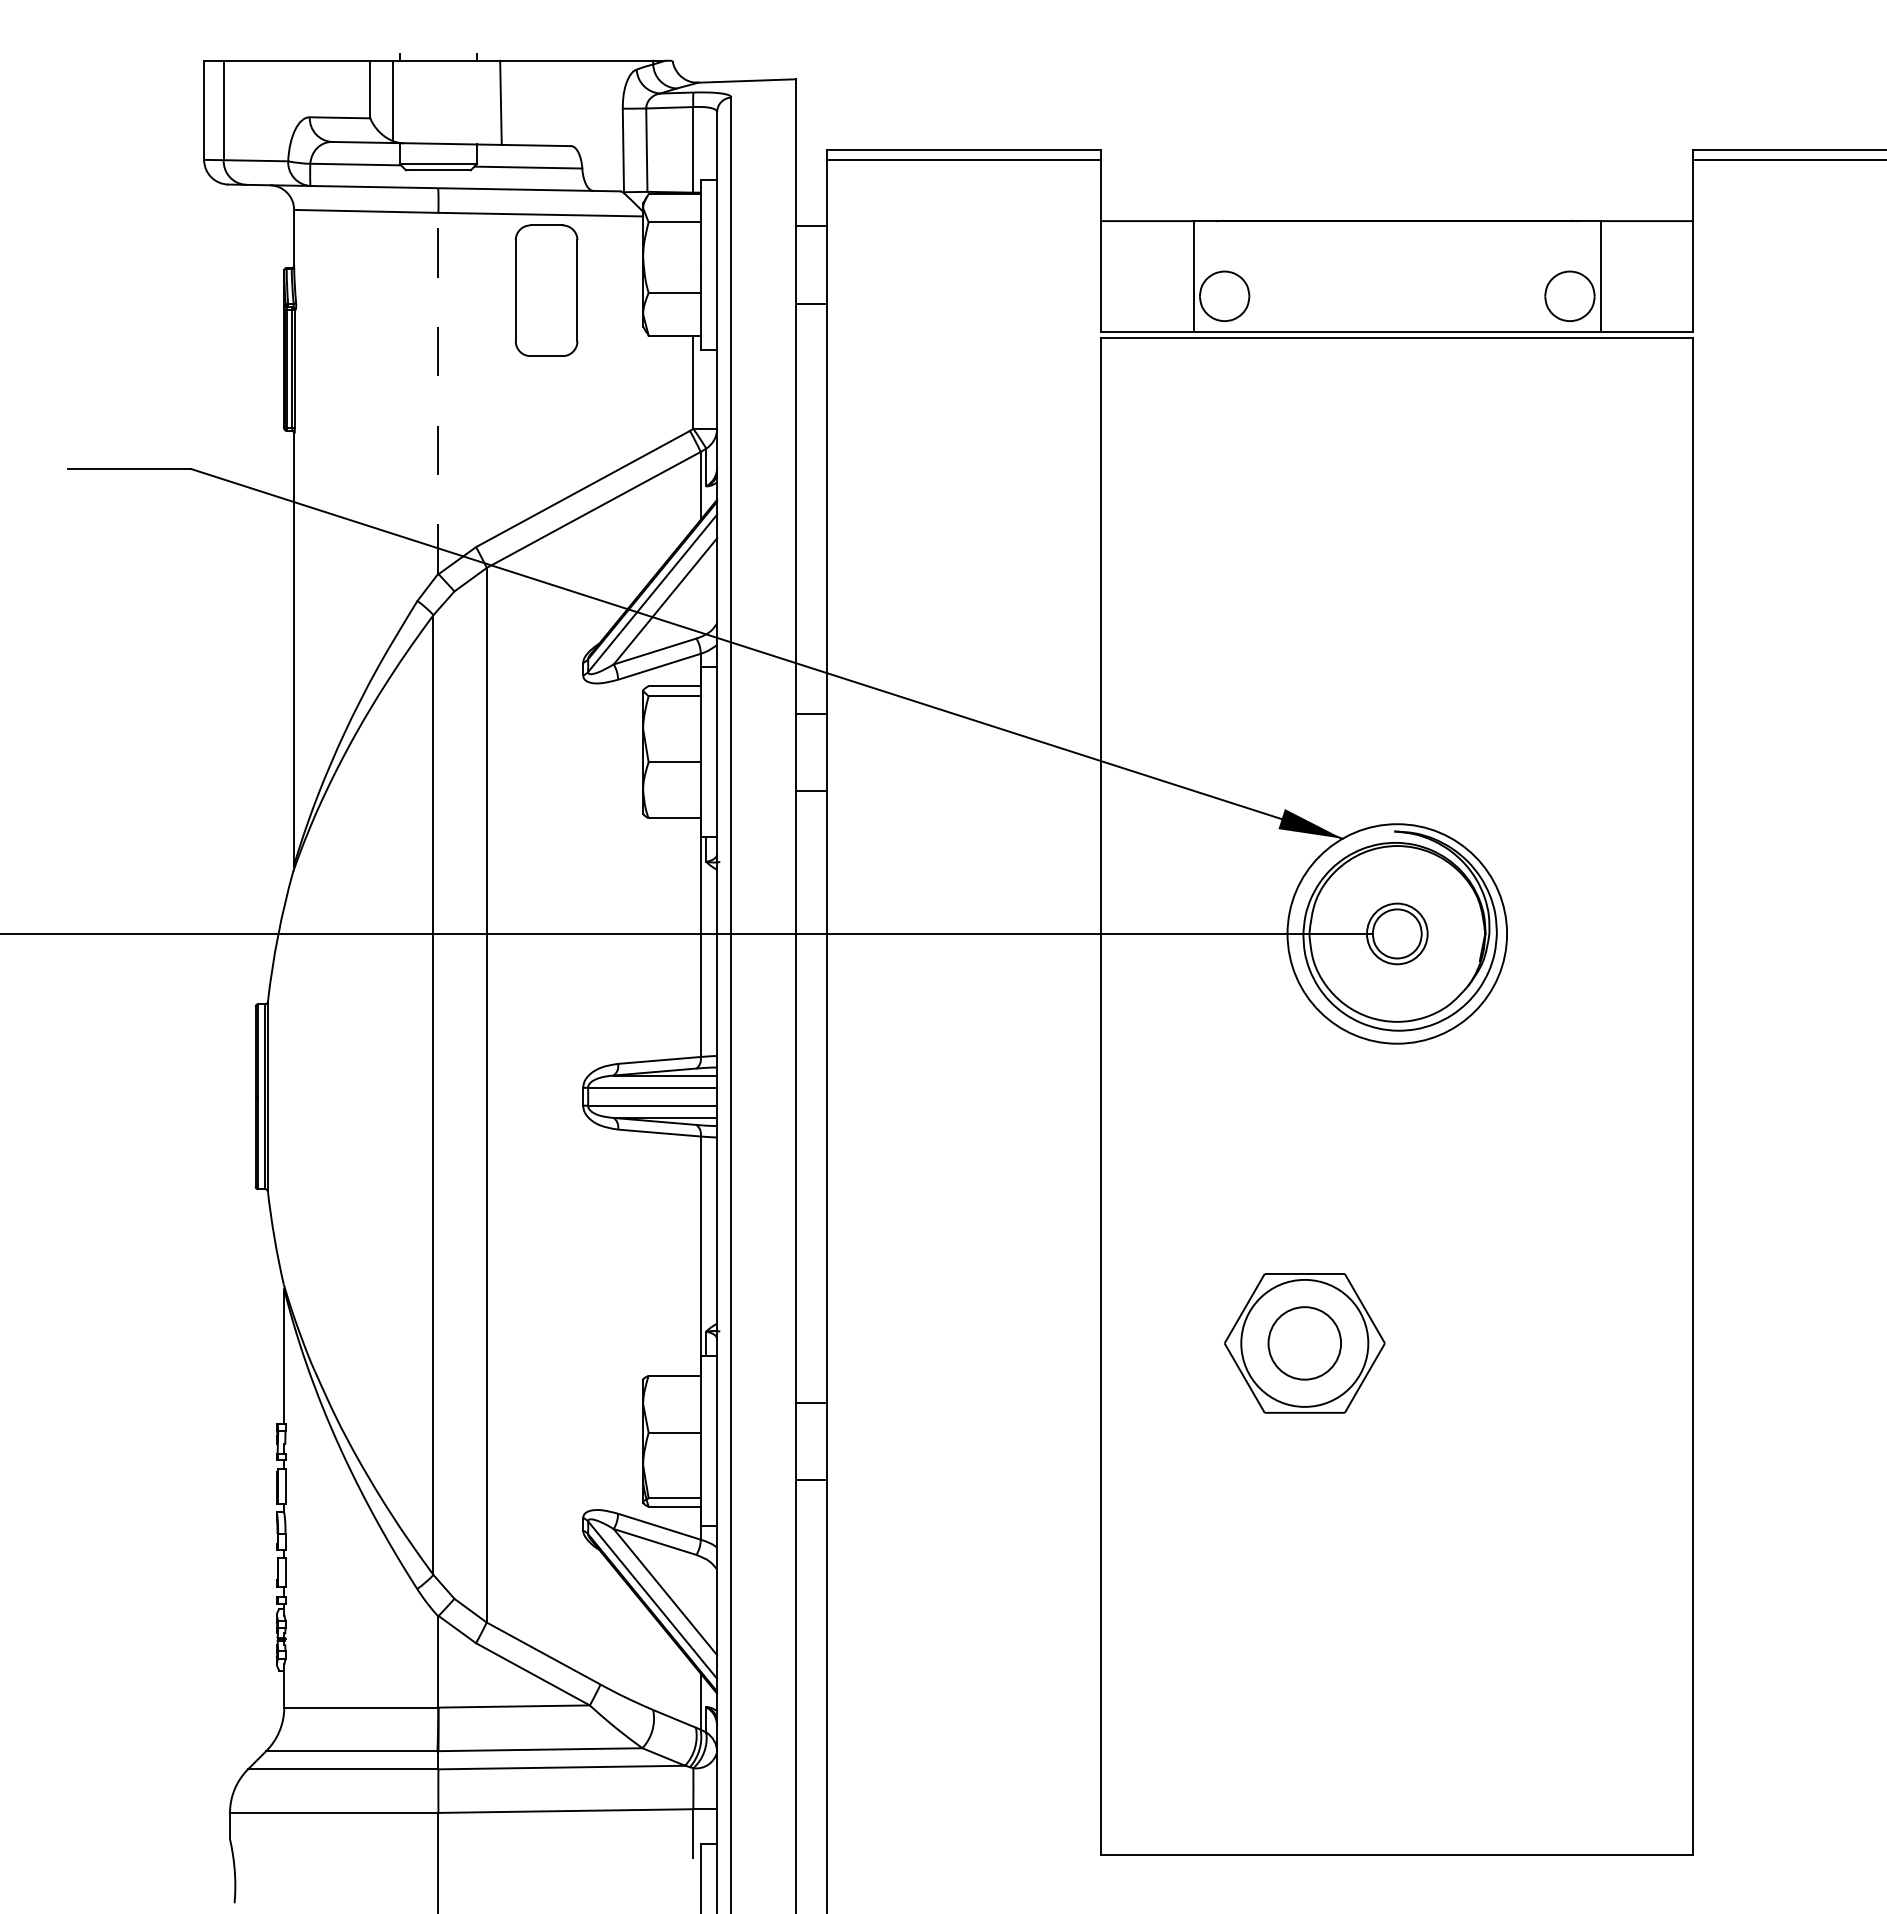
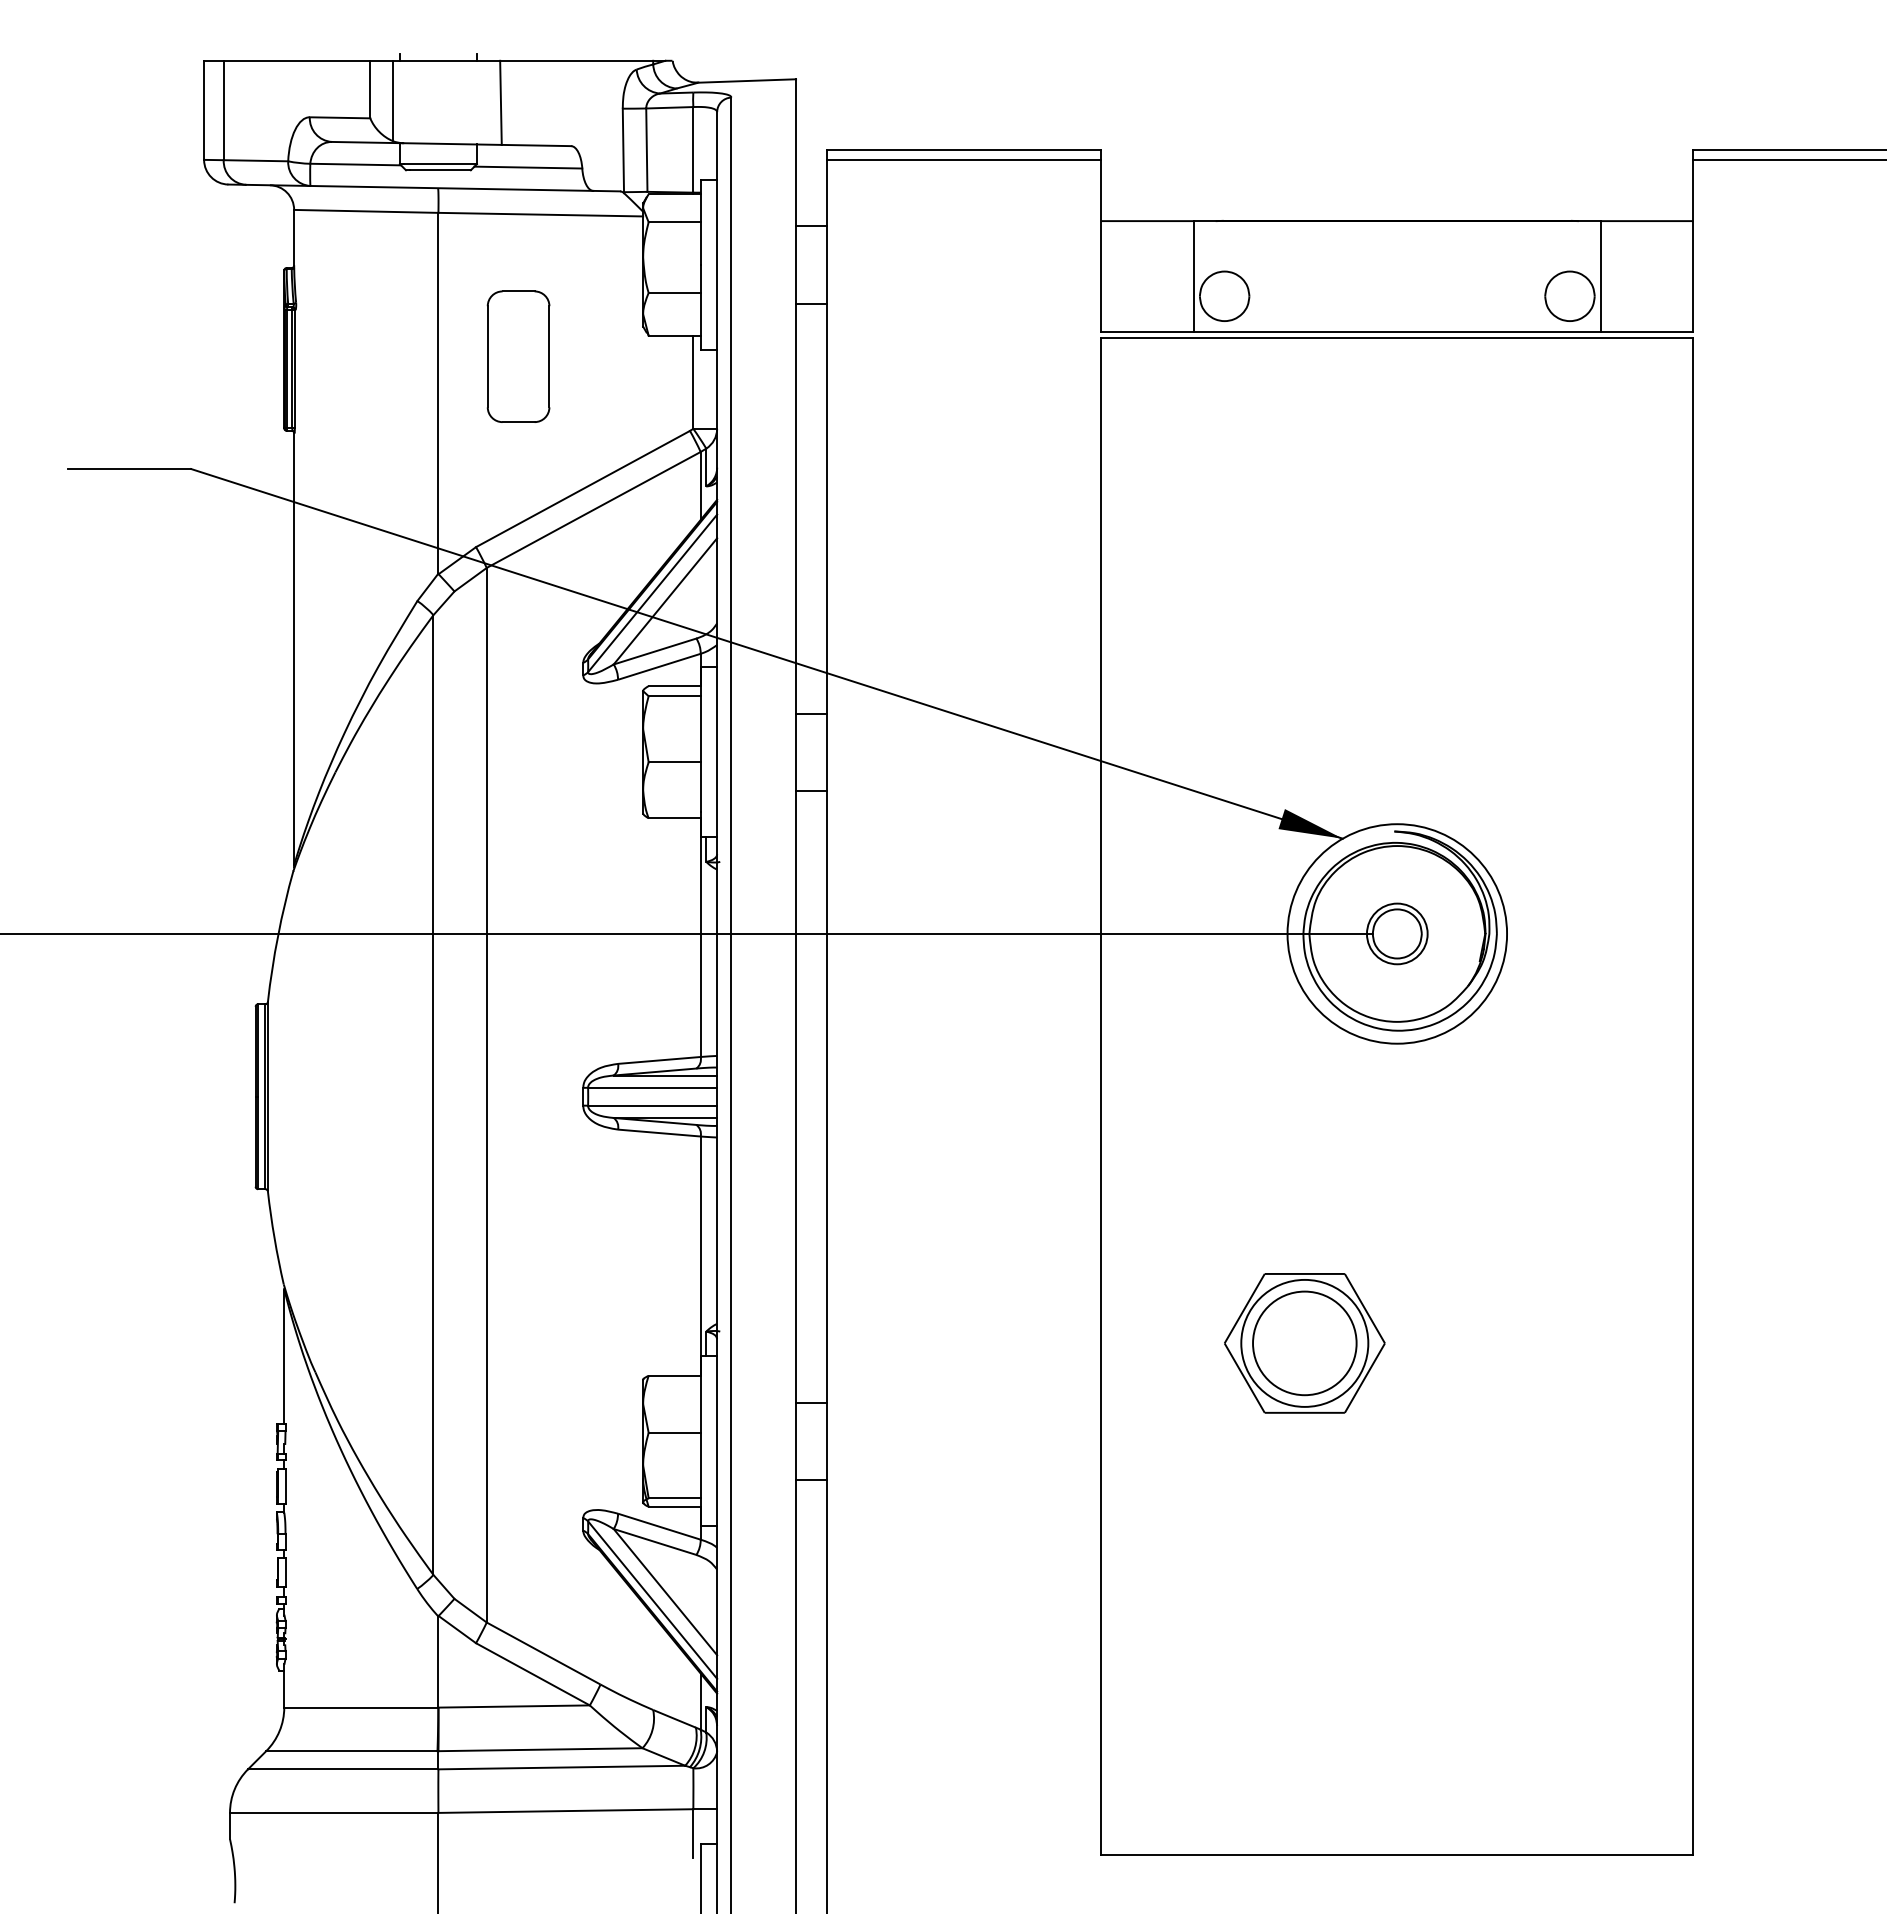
part at (546, 290) position: (546, 290) -> (518, 356)
line at (438, 392): dashed -> solid
circle at (1304, 1343) diameter: 73 px -> 104 px
